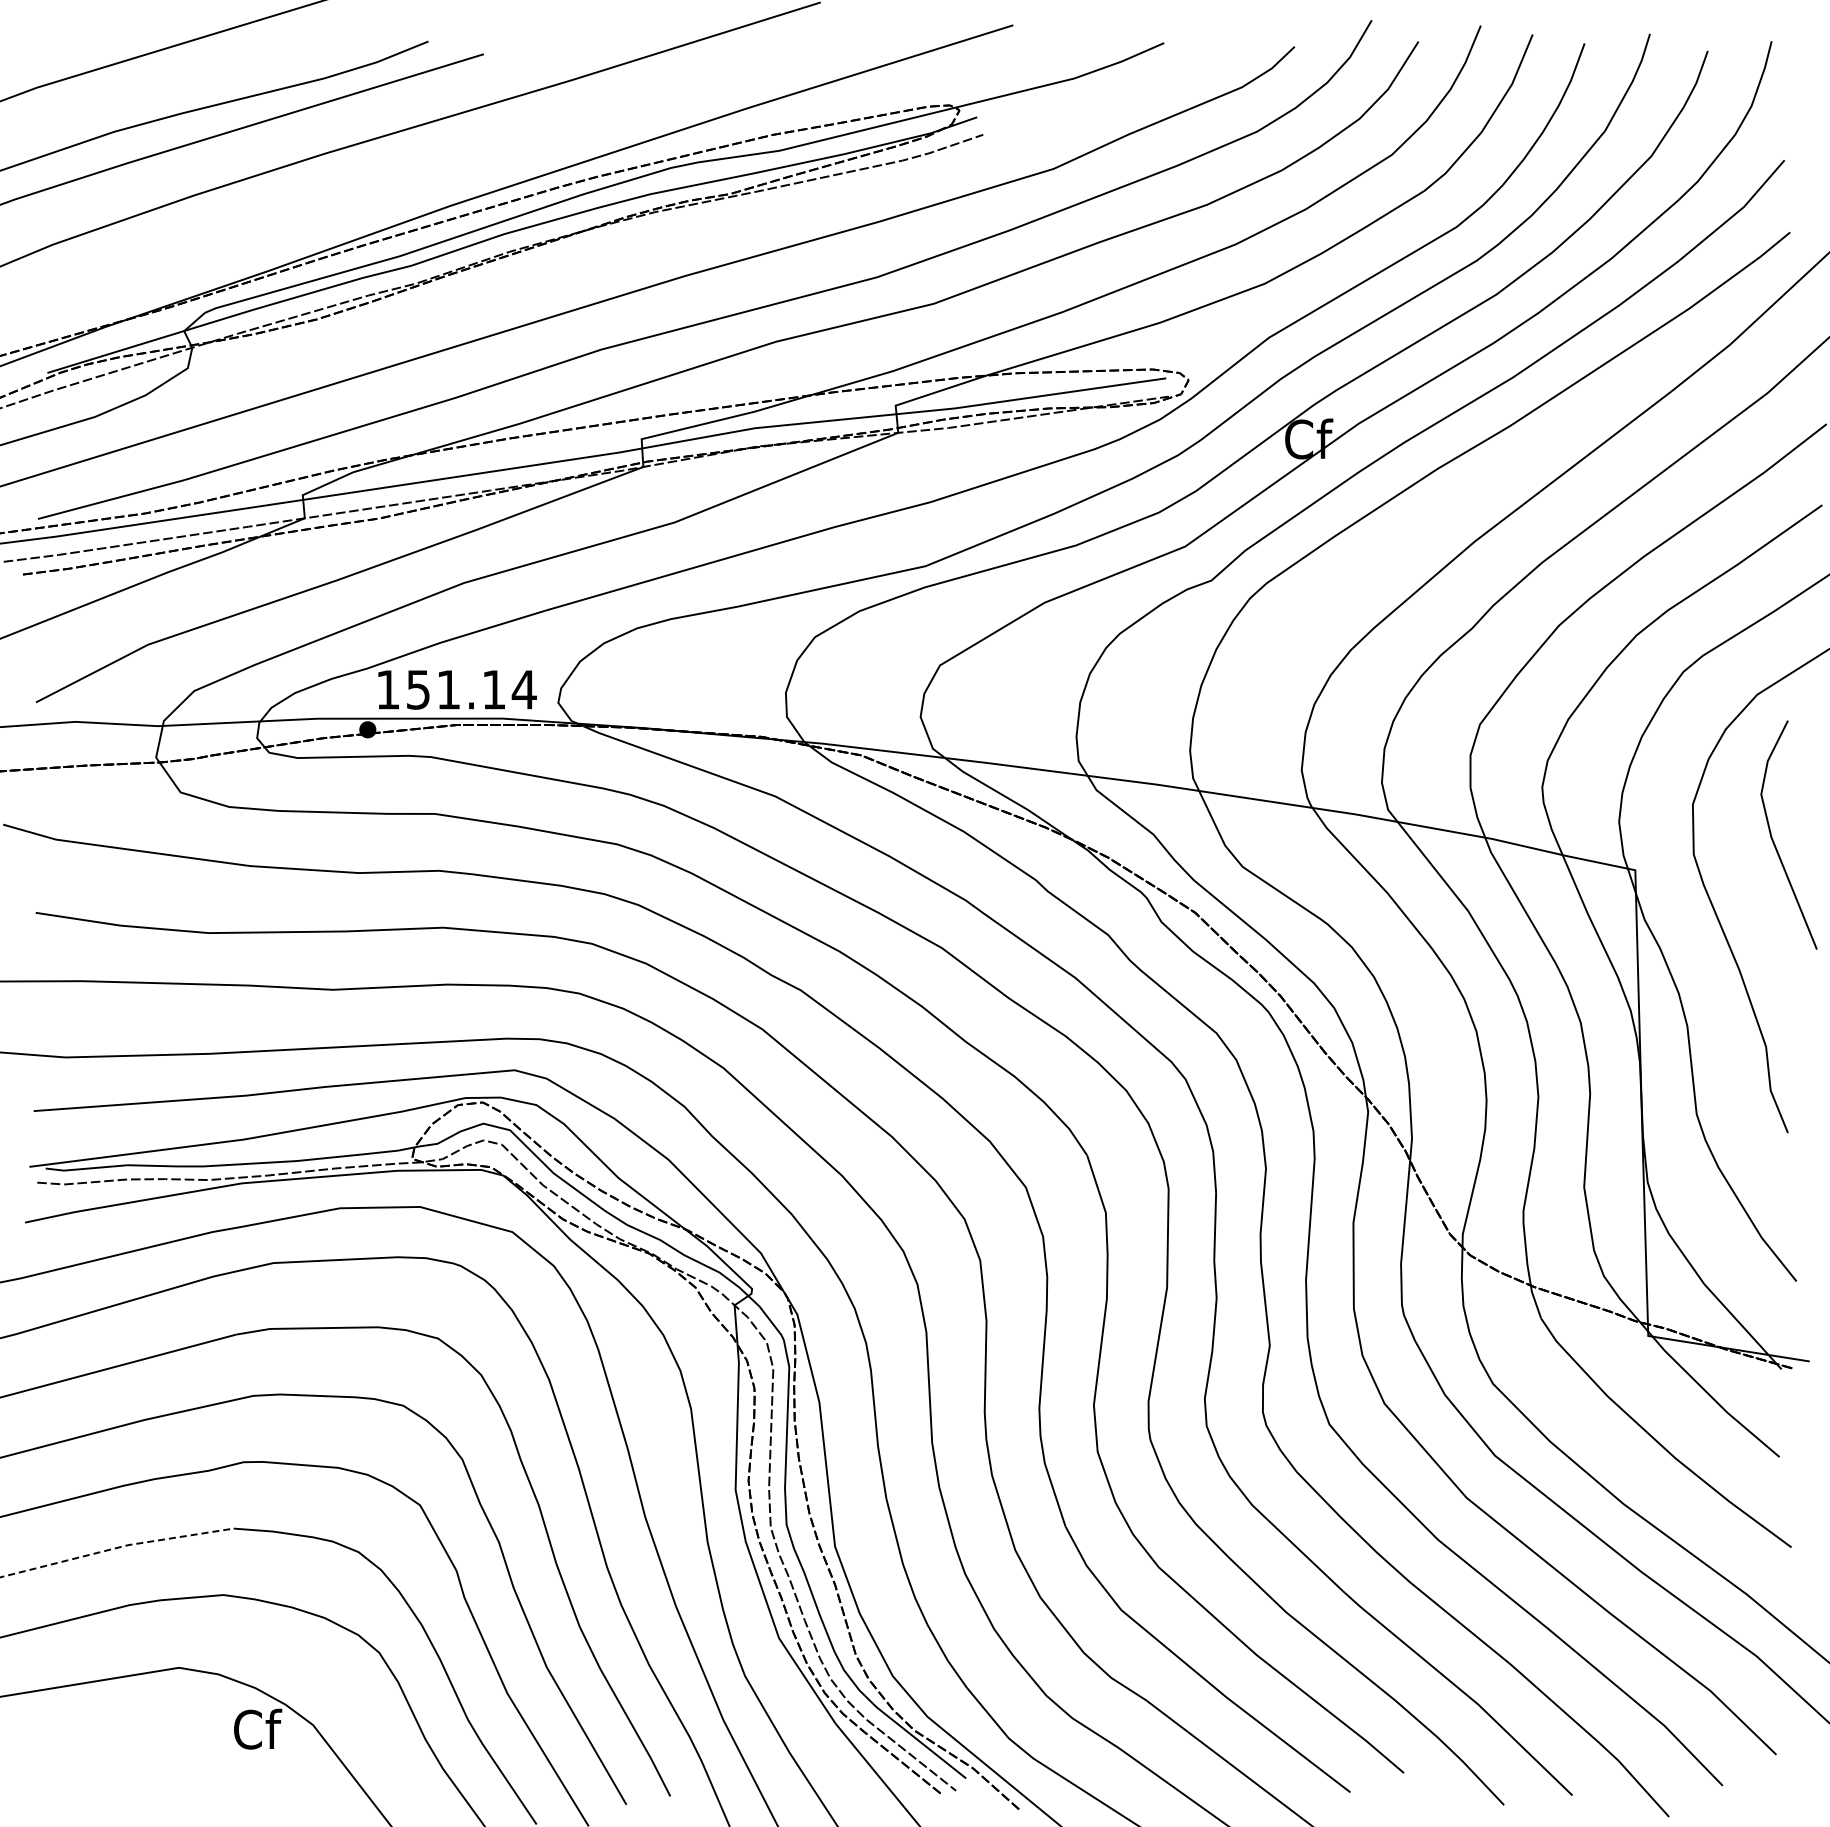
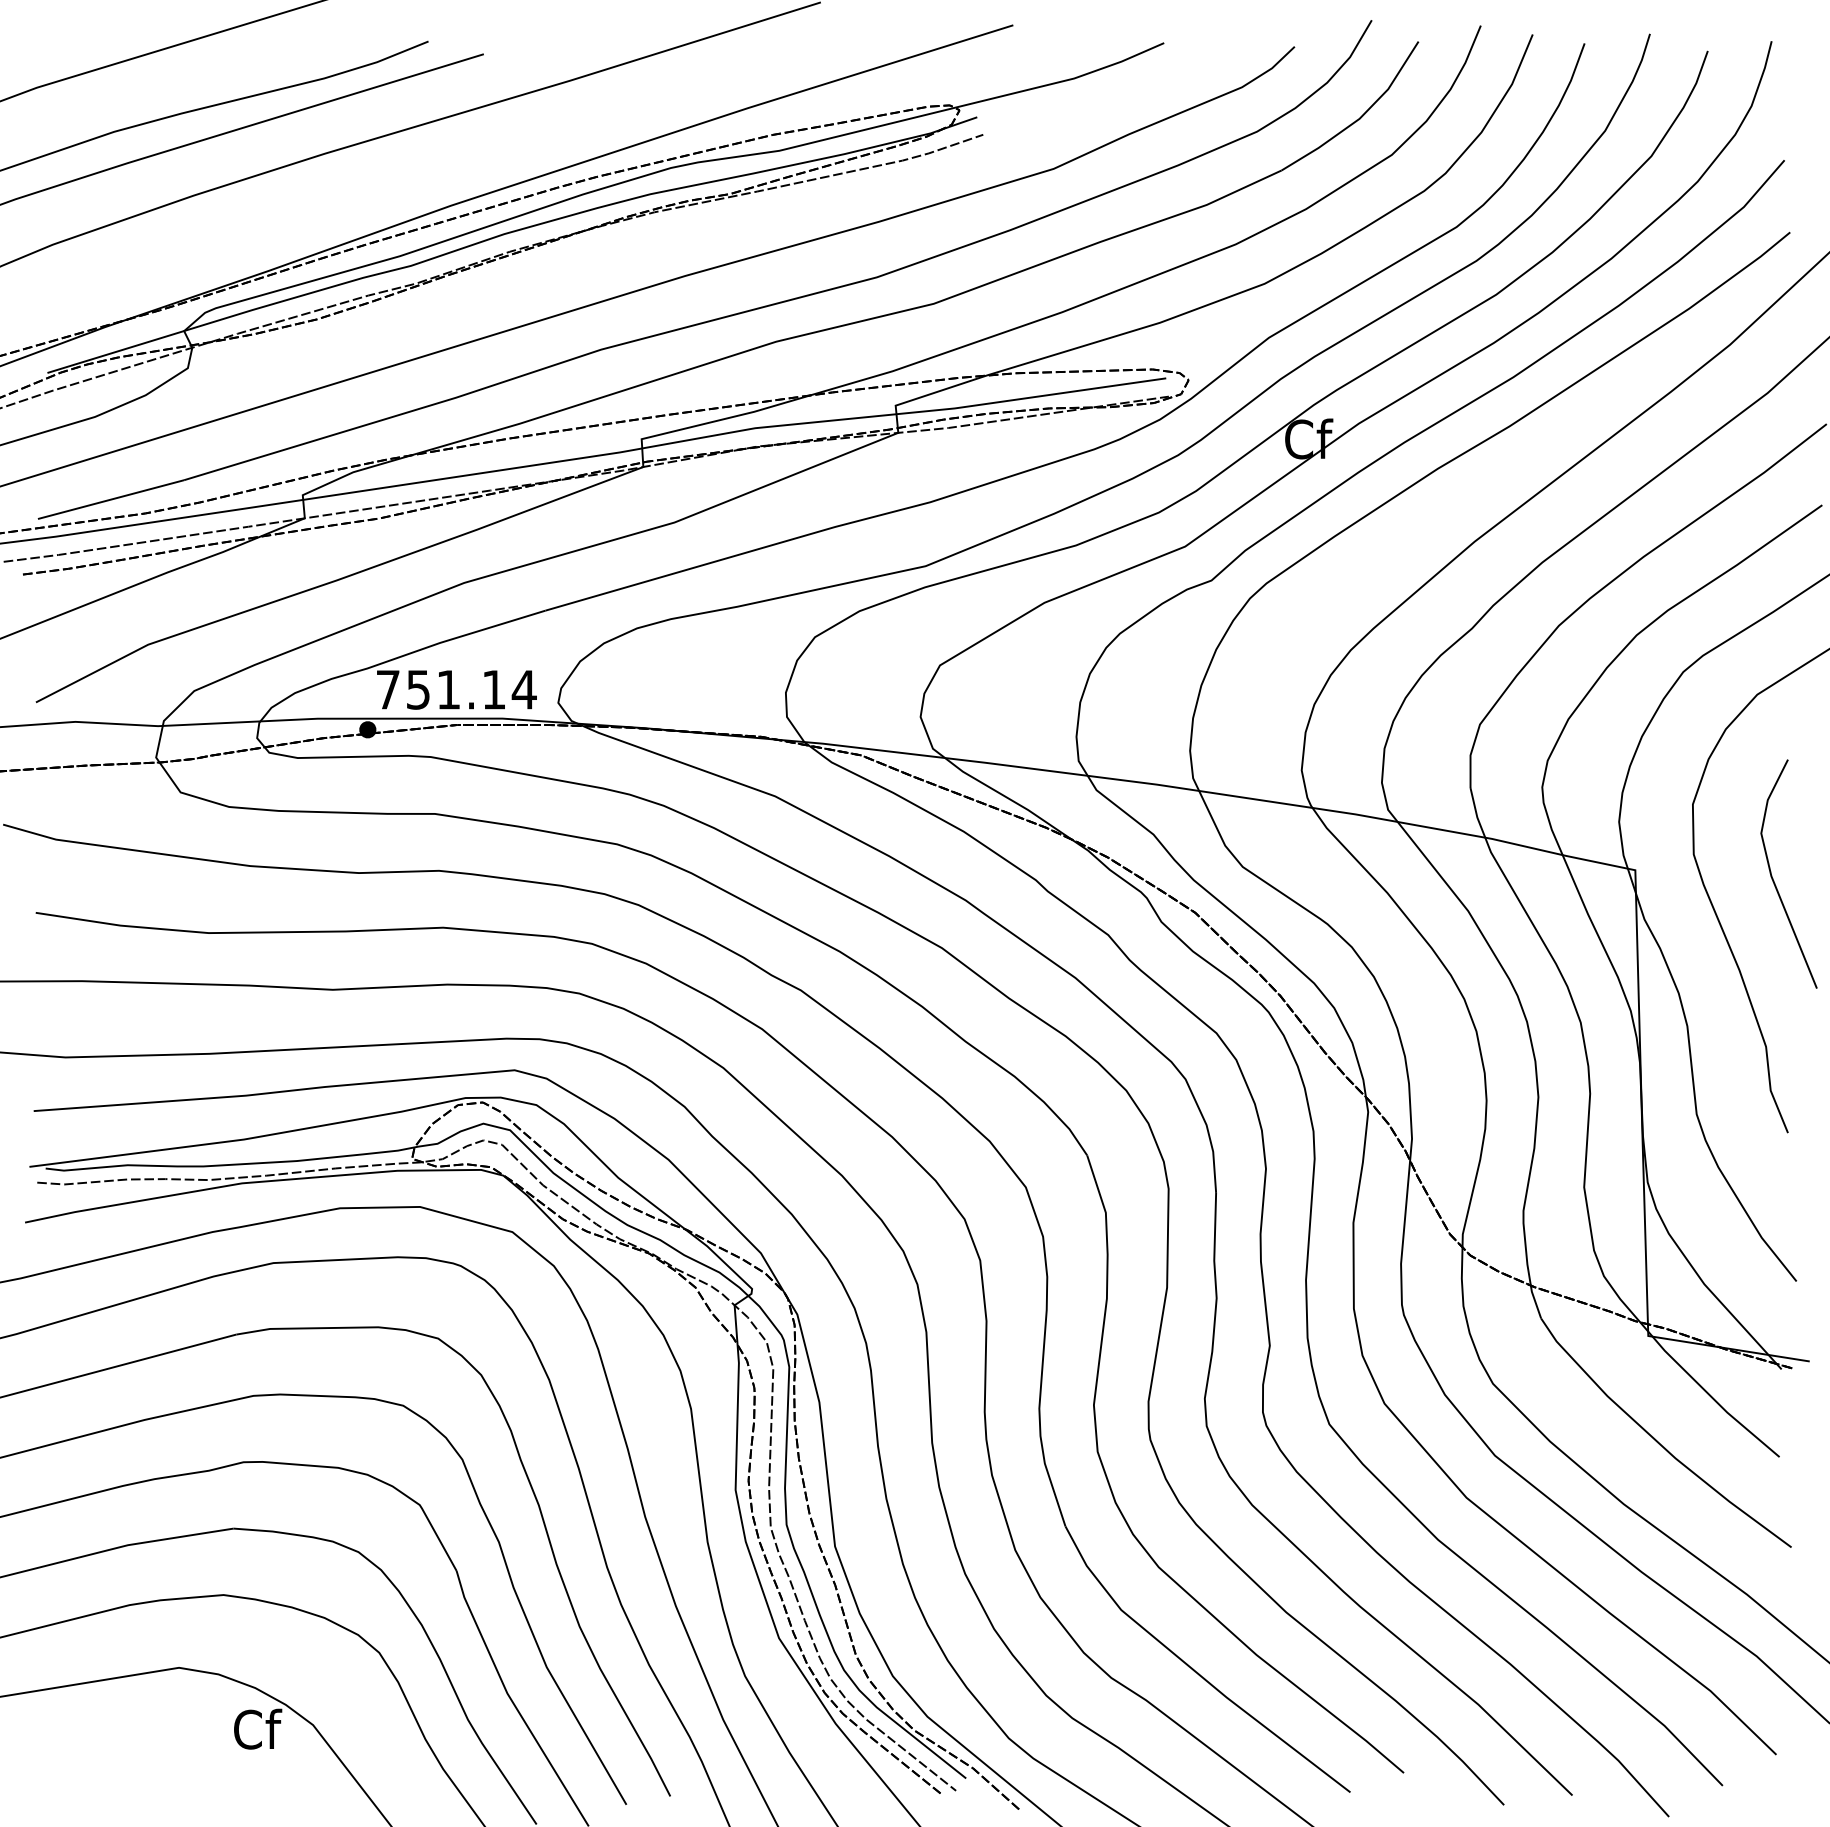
text at (388, 689): 151.14 -> 751.14
line at (1774, 841) position: (1774, 841) -> (1774, 880)
line at (116, 1548): dashed -> solid
